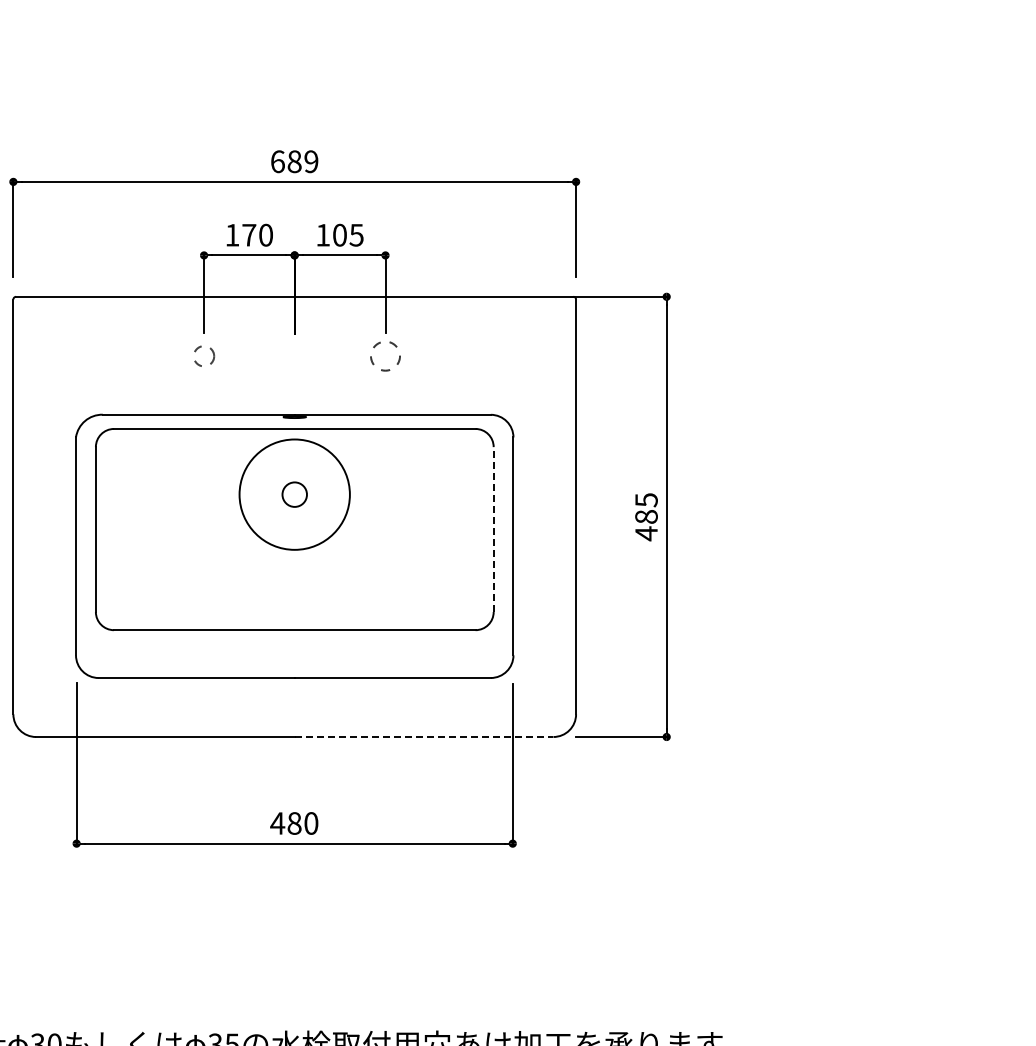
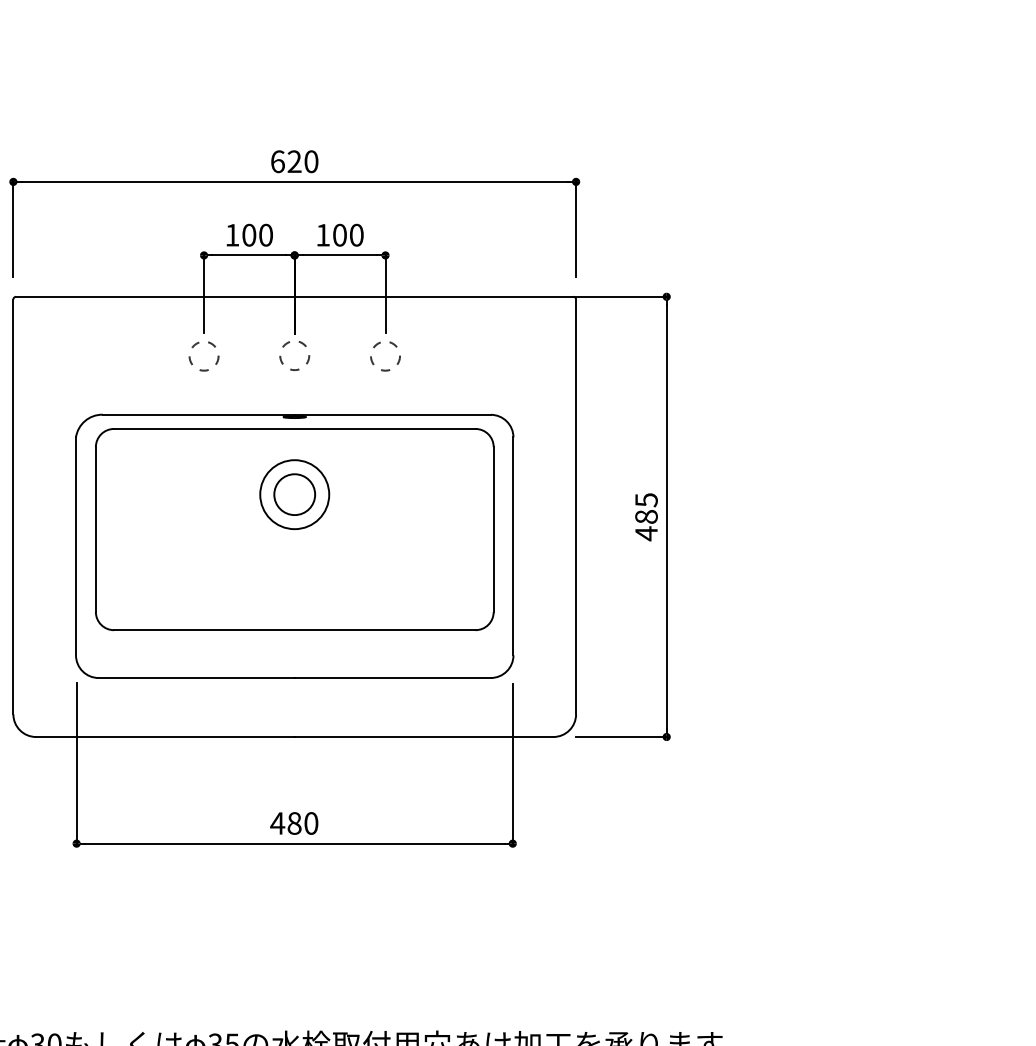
text at (302, 161): 689 -> 620
text at (249, 234): 170 -> 100
text at (356, 234): 105 -> 100
circle at (204, 355) size: 22x22 px -> 32x31 px
circle at (294, 355): none -> present
circle at (294, 494) diameter: 110 px -> 69 px
circle at (294, 494) diameter: 25 px -> 41 px
line at (493, 529): dashed -> solid
line at (424, 737): dashed -> solid
